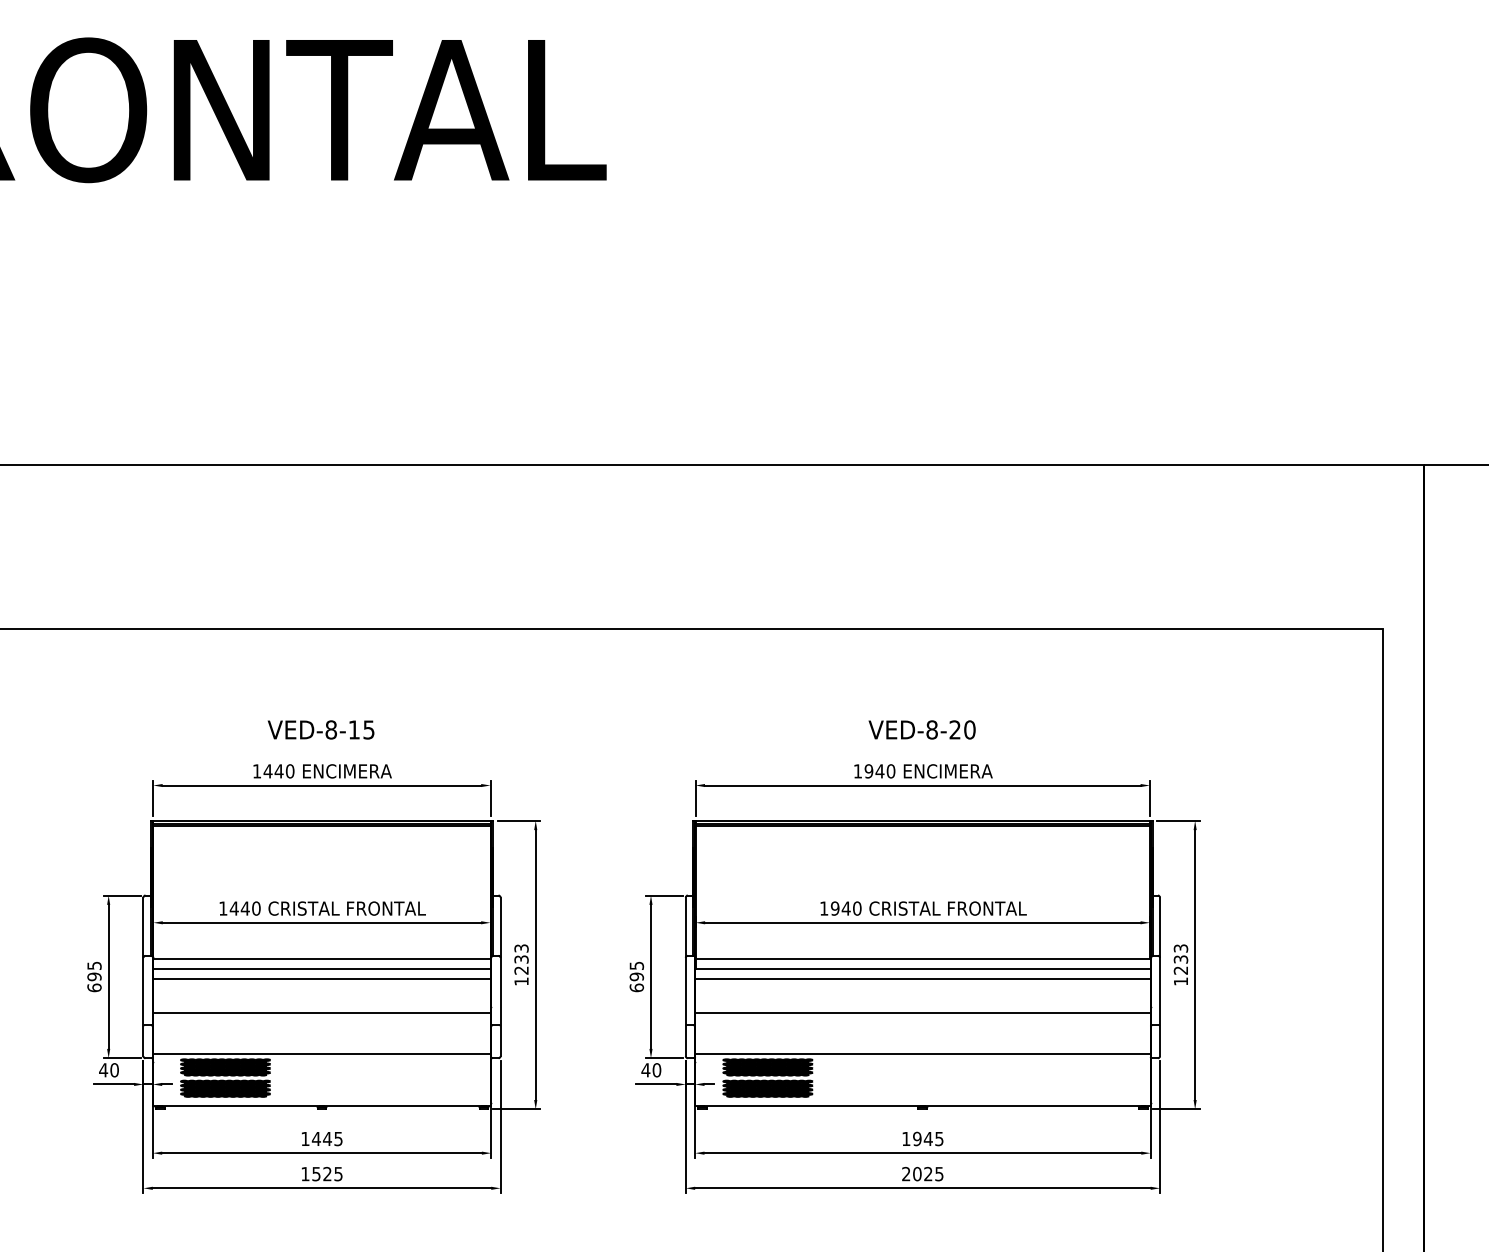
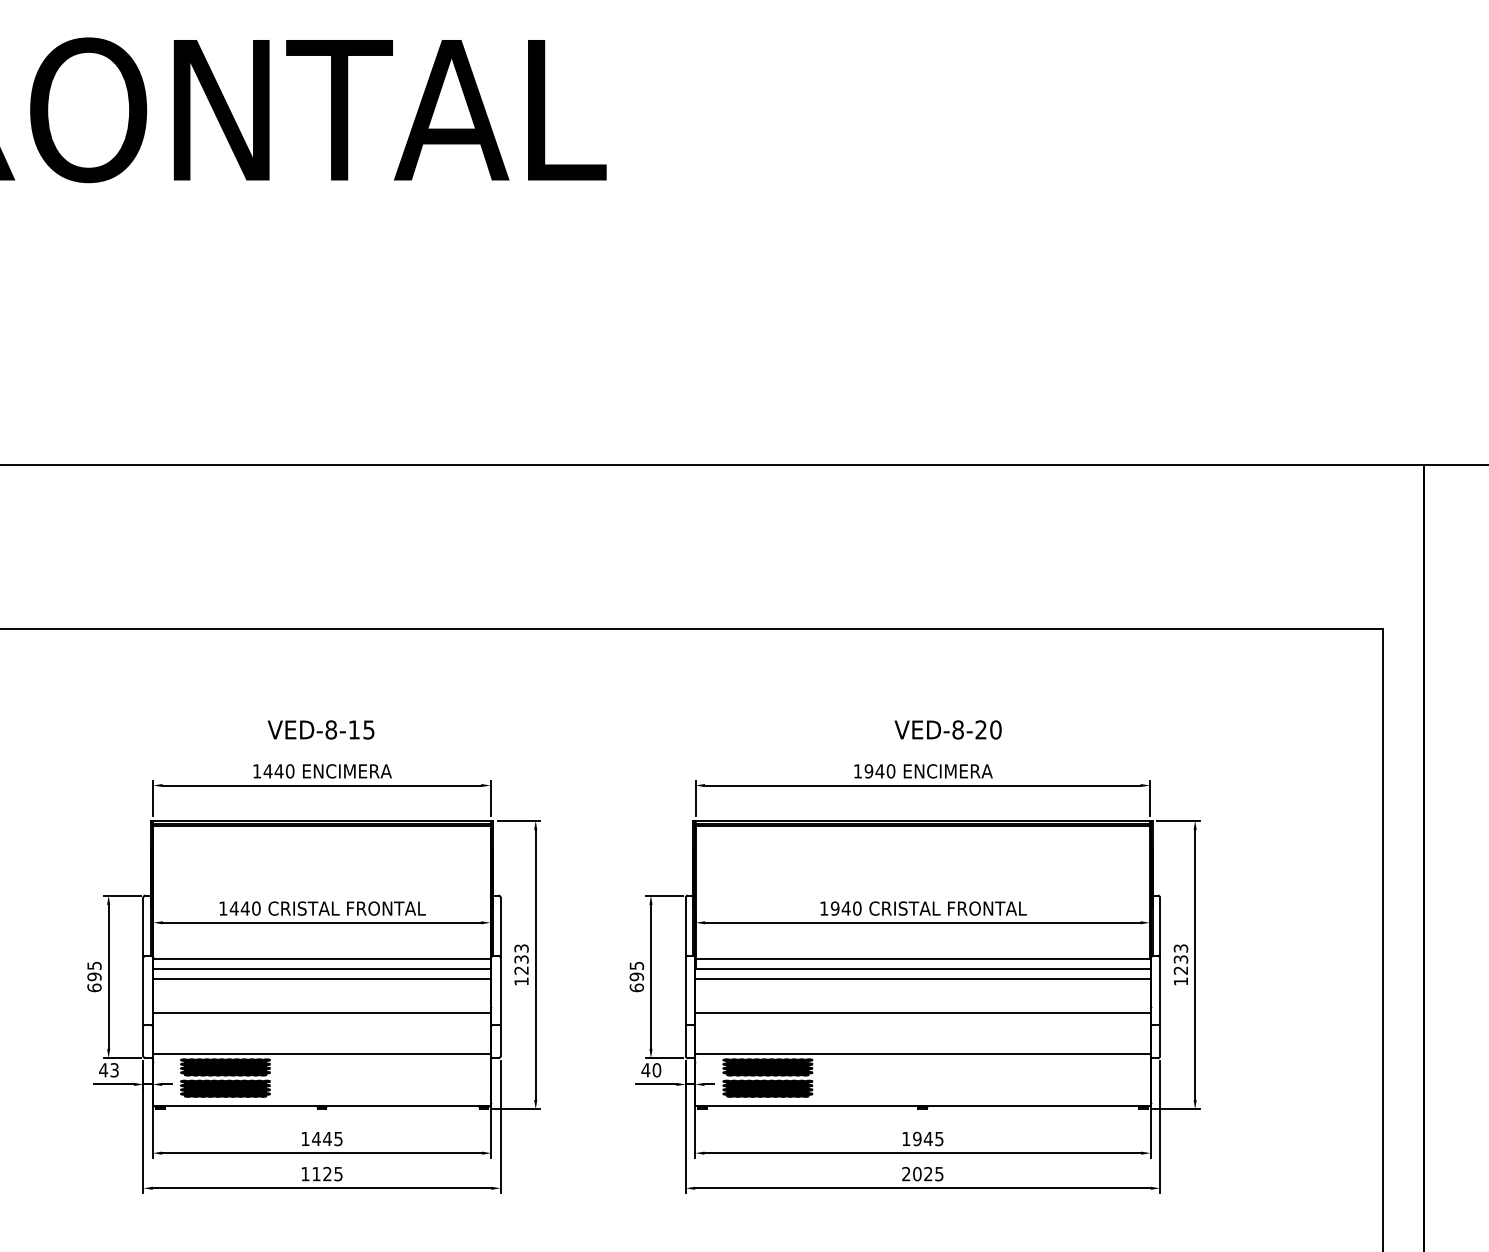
text at (921, 729) position: (921, 729) -> (947, 729)
text at (114, 1070): 40 -> 43
text at (316, 1174): 1525 -> 1125
